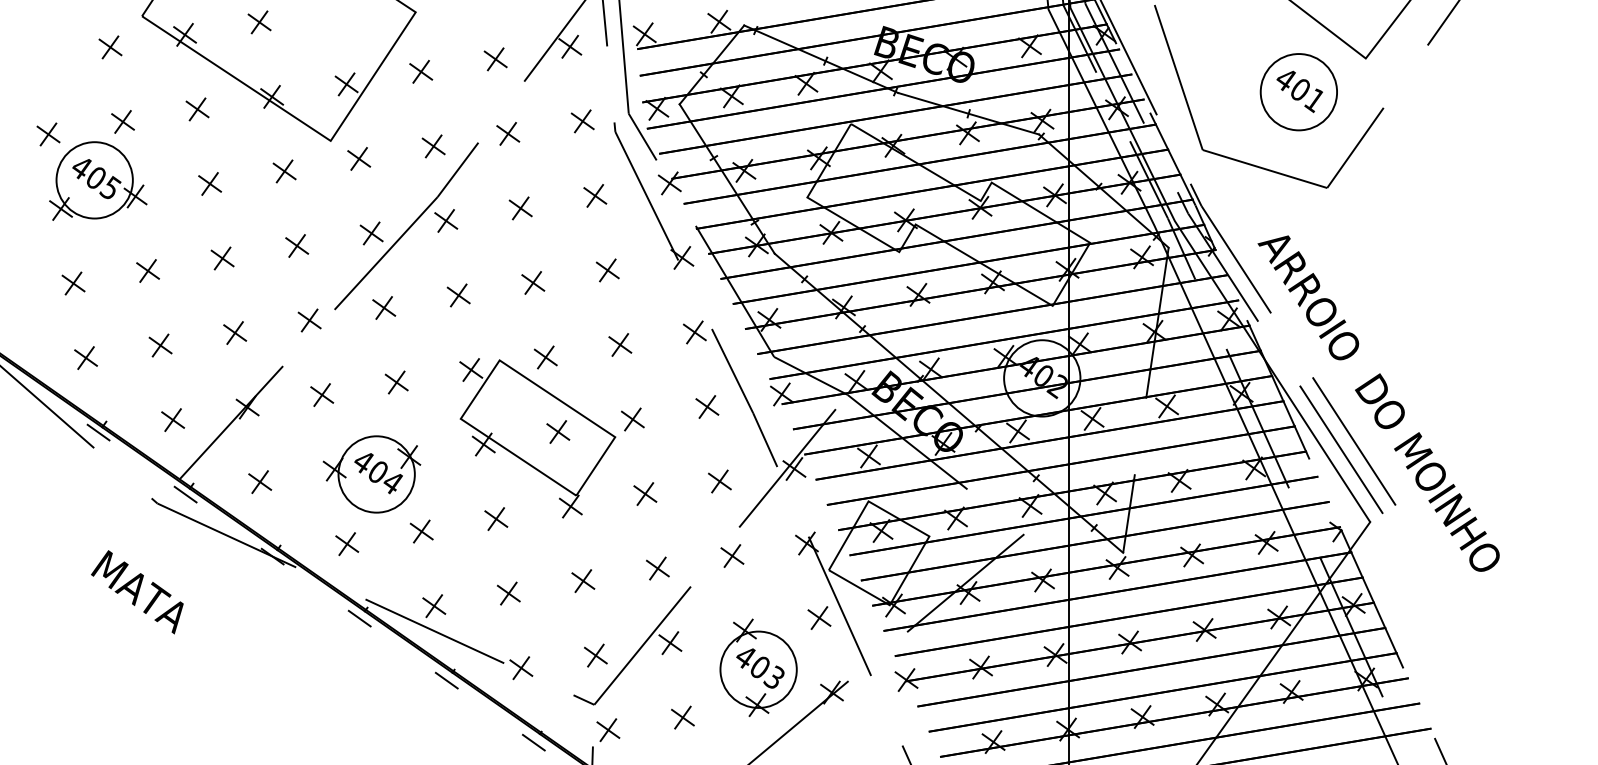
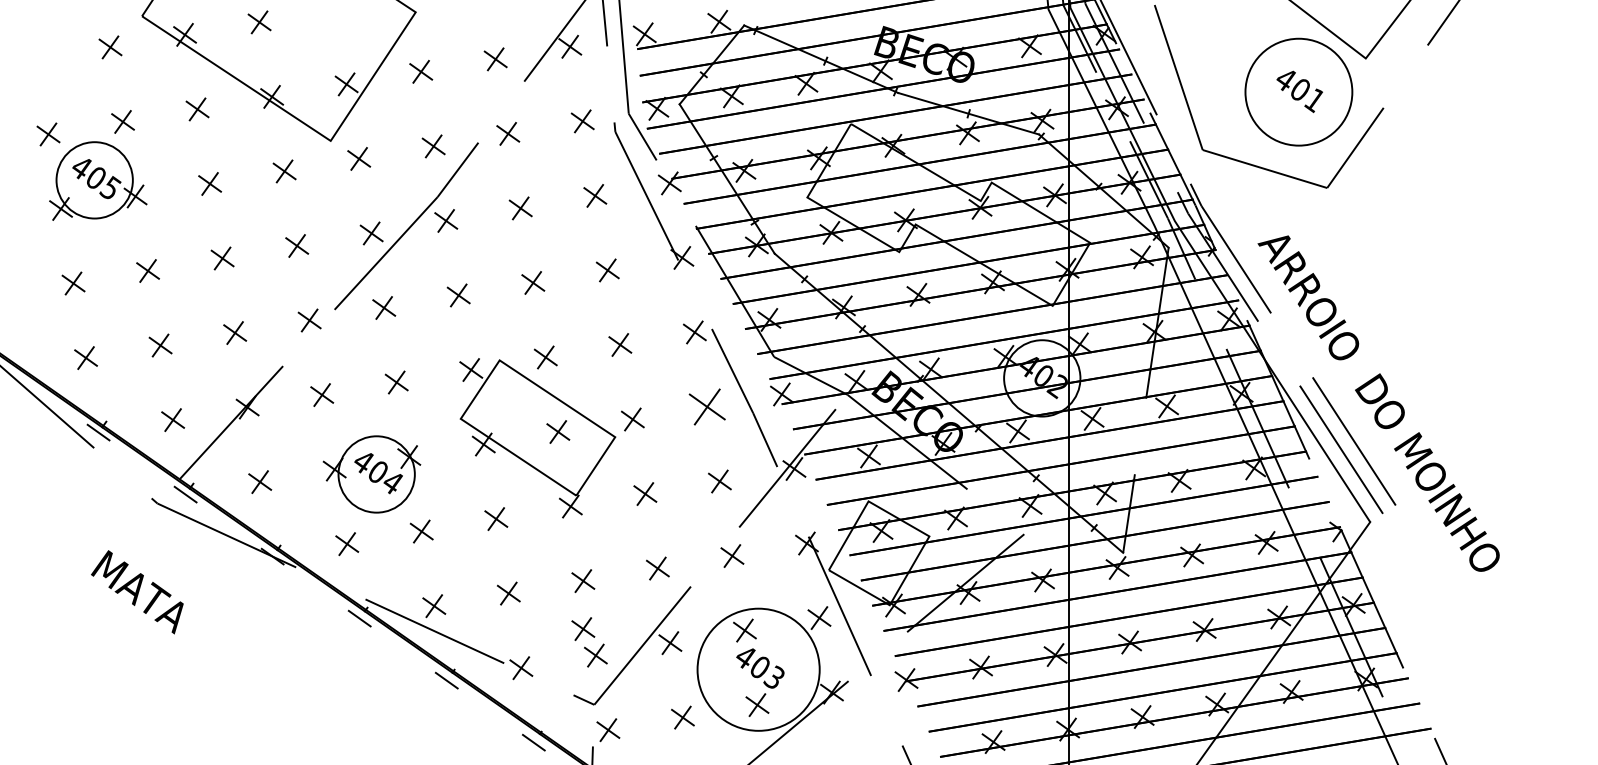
circle at (1298, 92) diameter: 76 px -> 107 px
part at (707, 406) size: 25x24 px -> 38x38 px
part at (583, 628): none -> present
circle at (758, 669) diameter: 76 px -> 122 px
